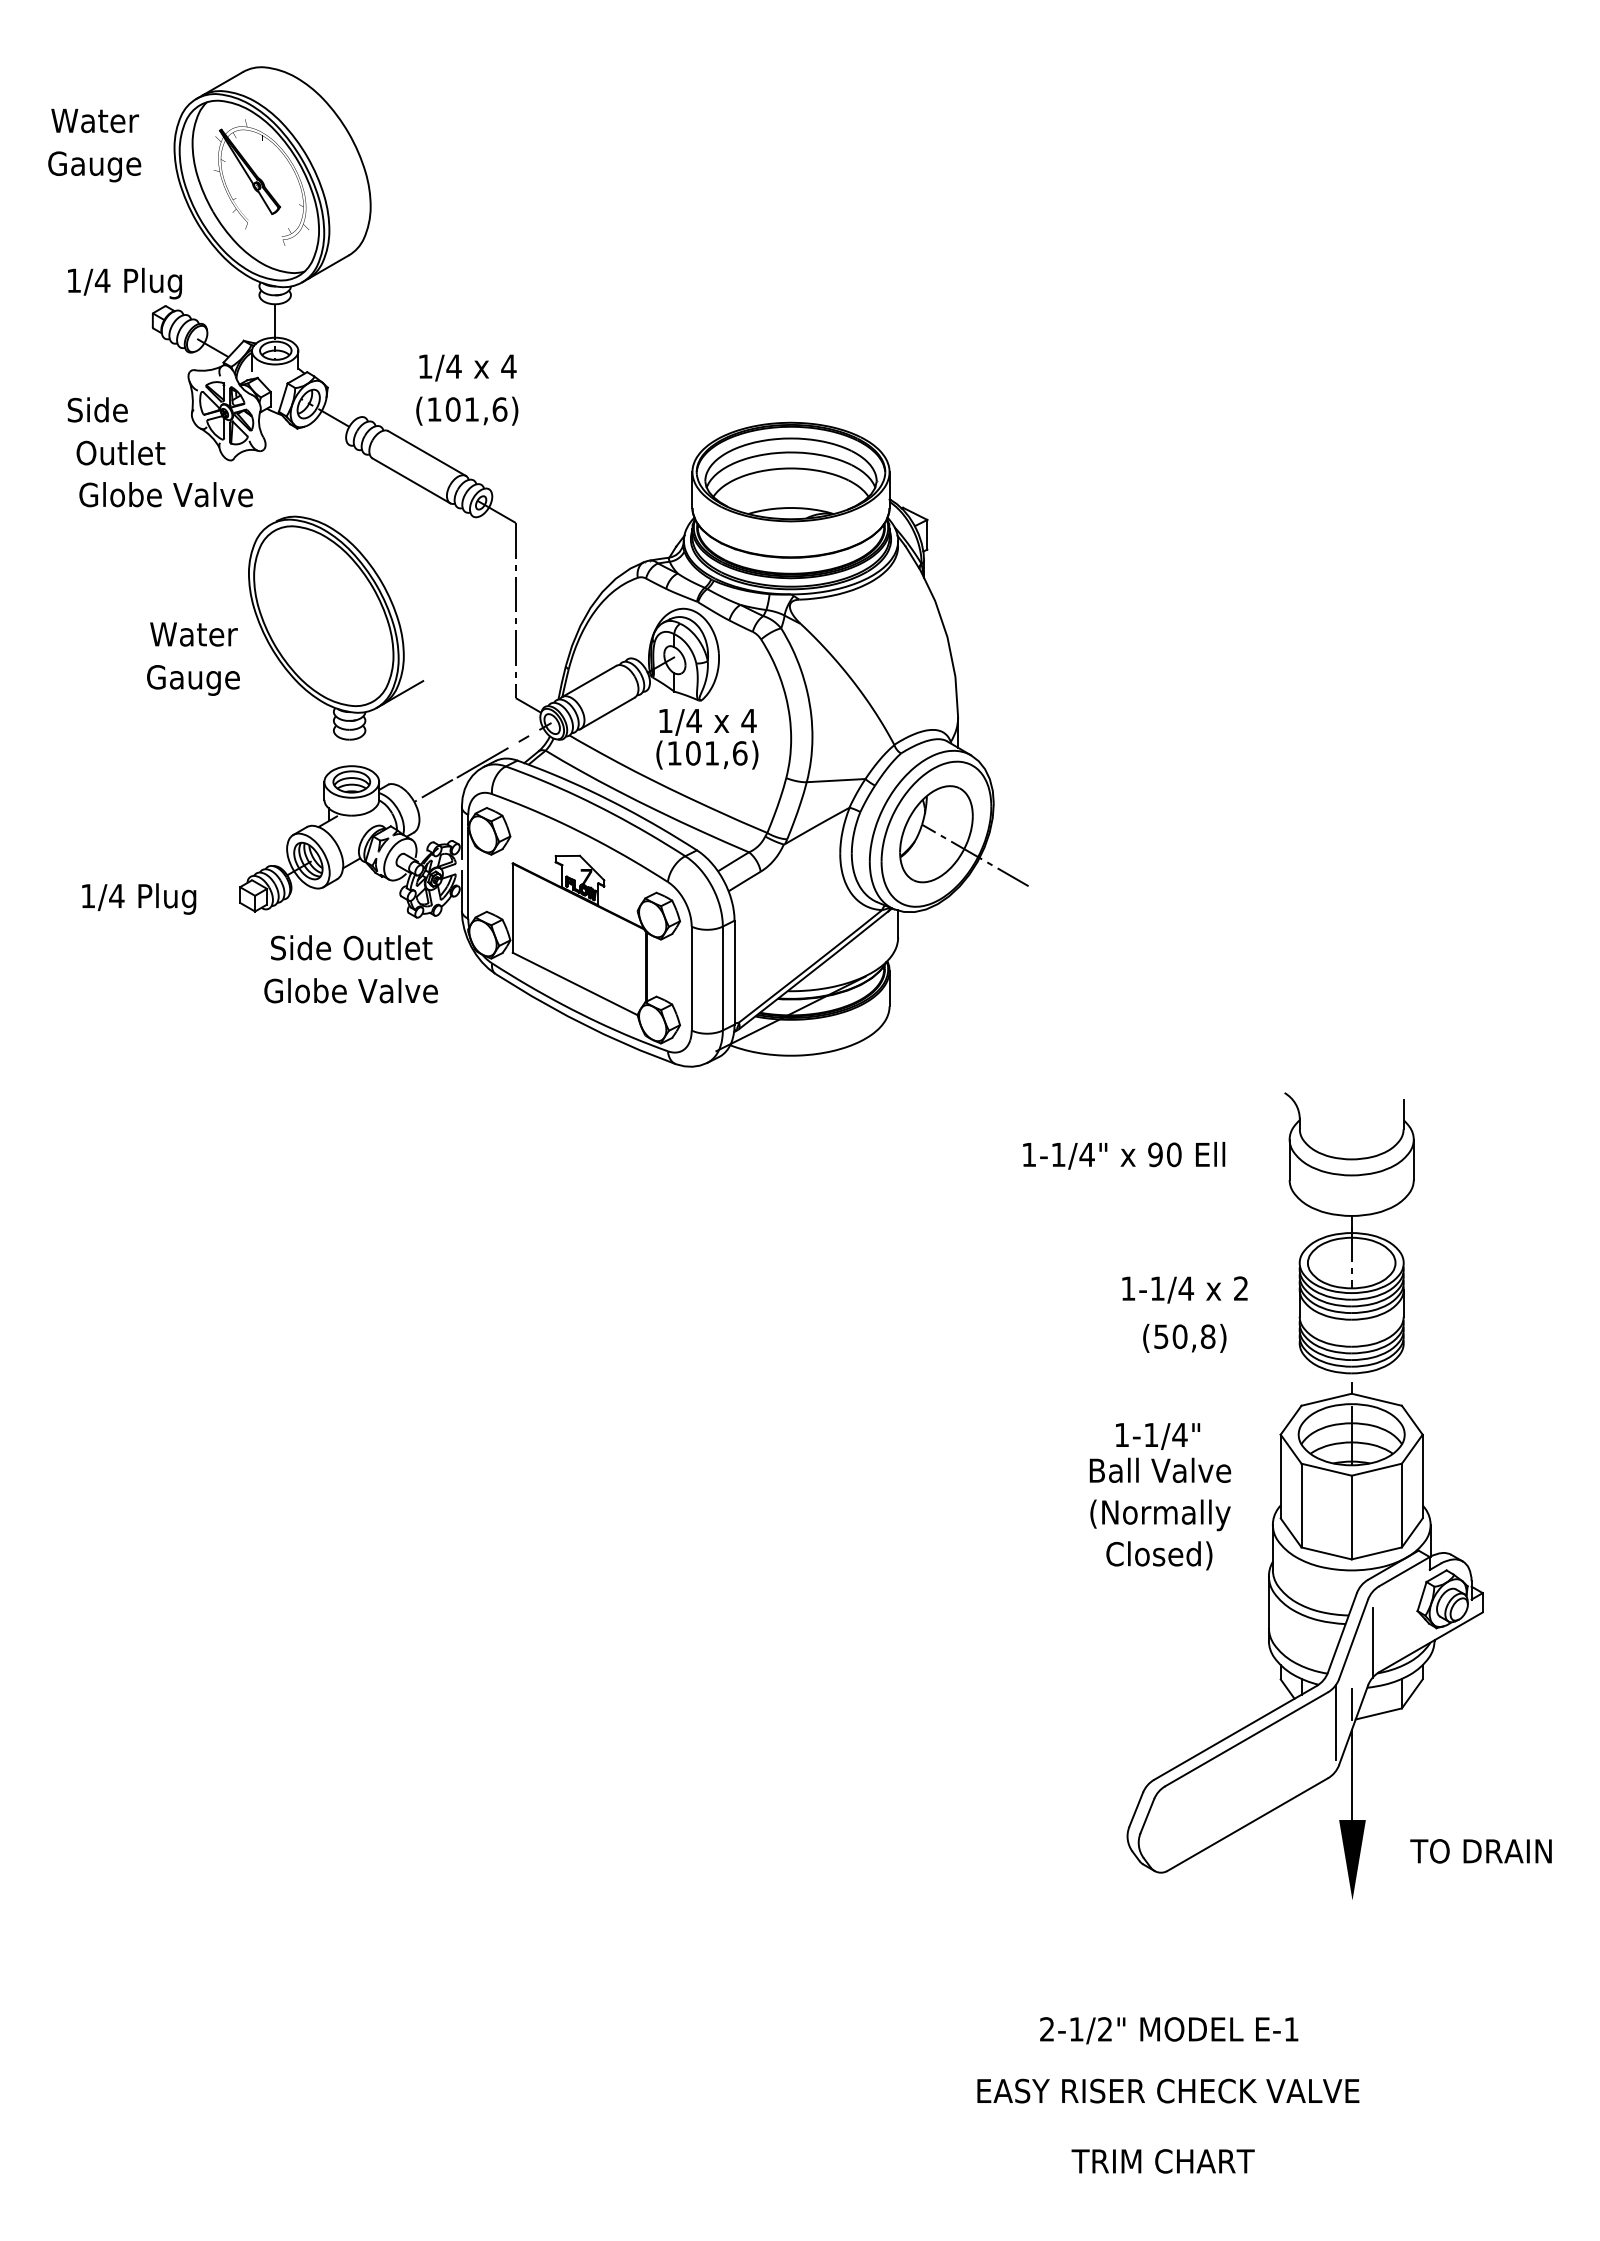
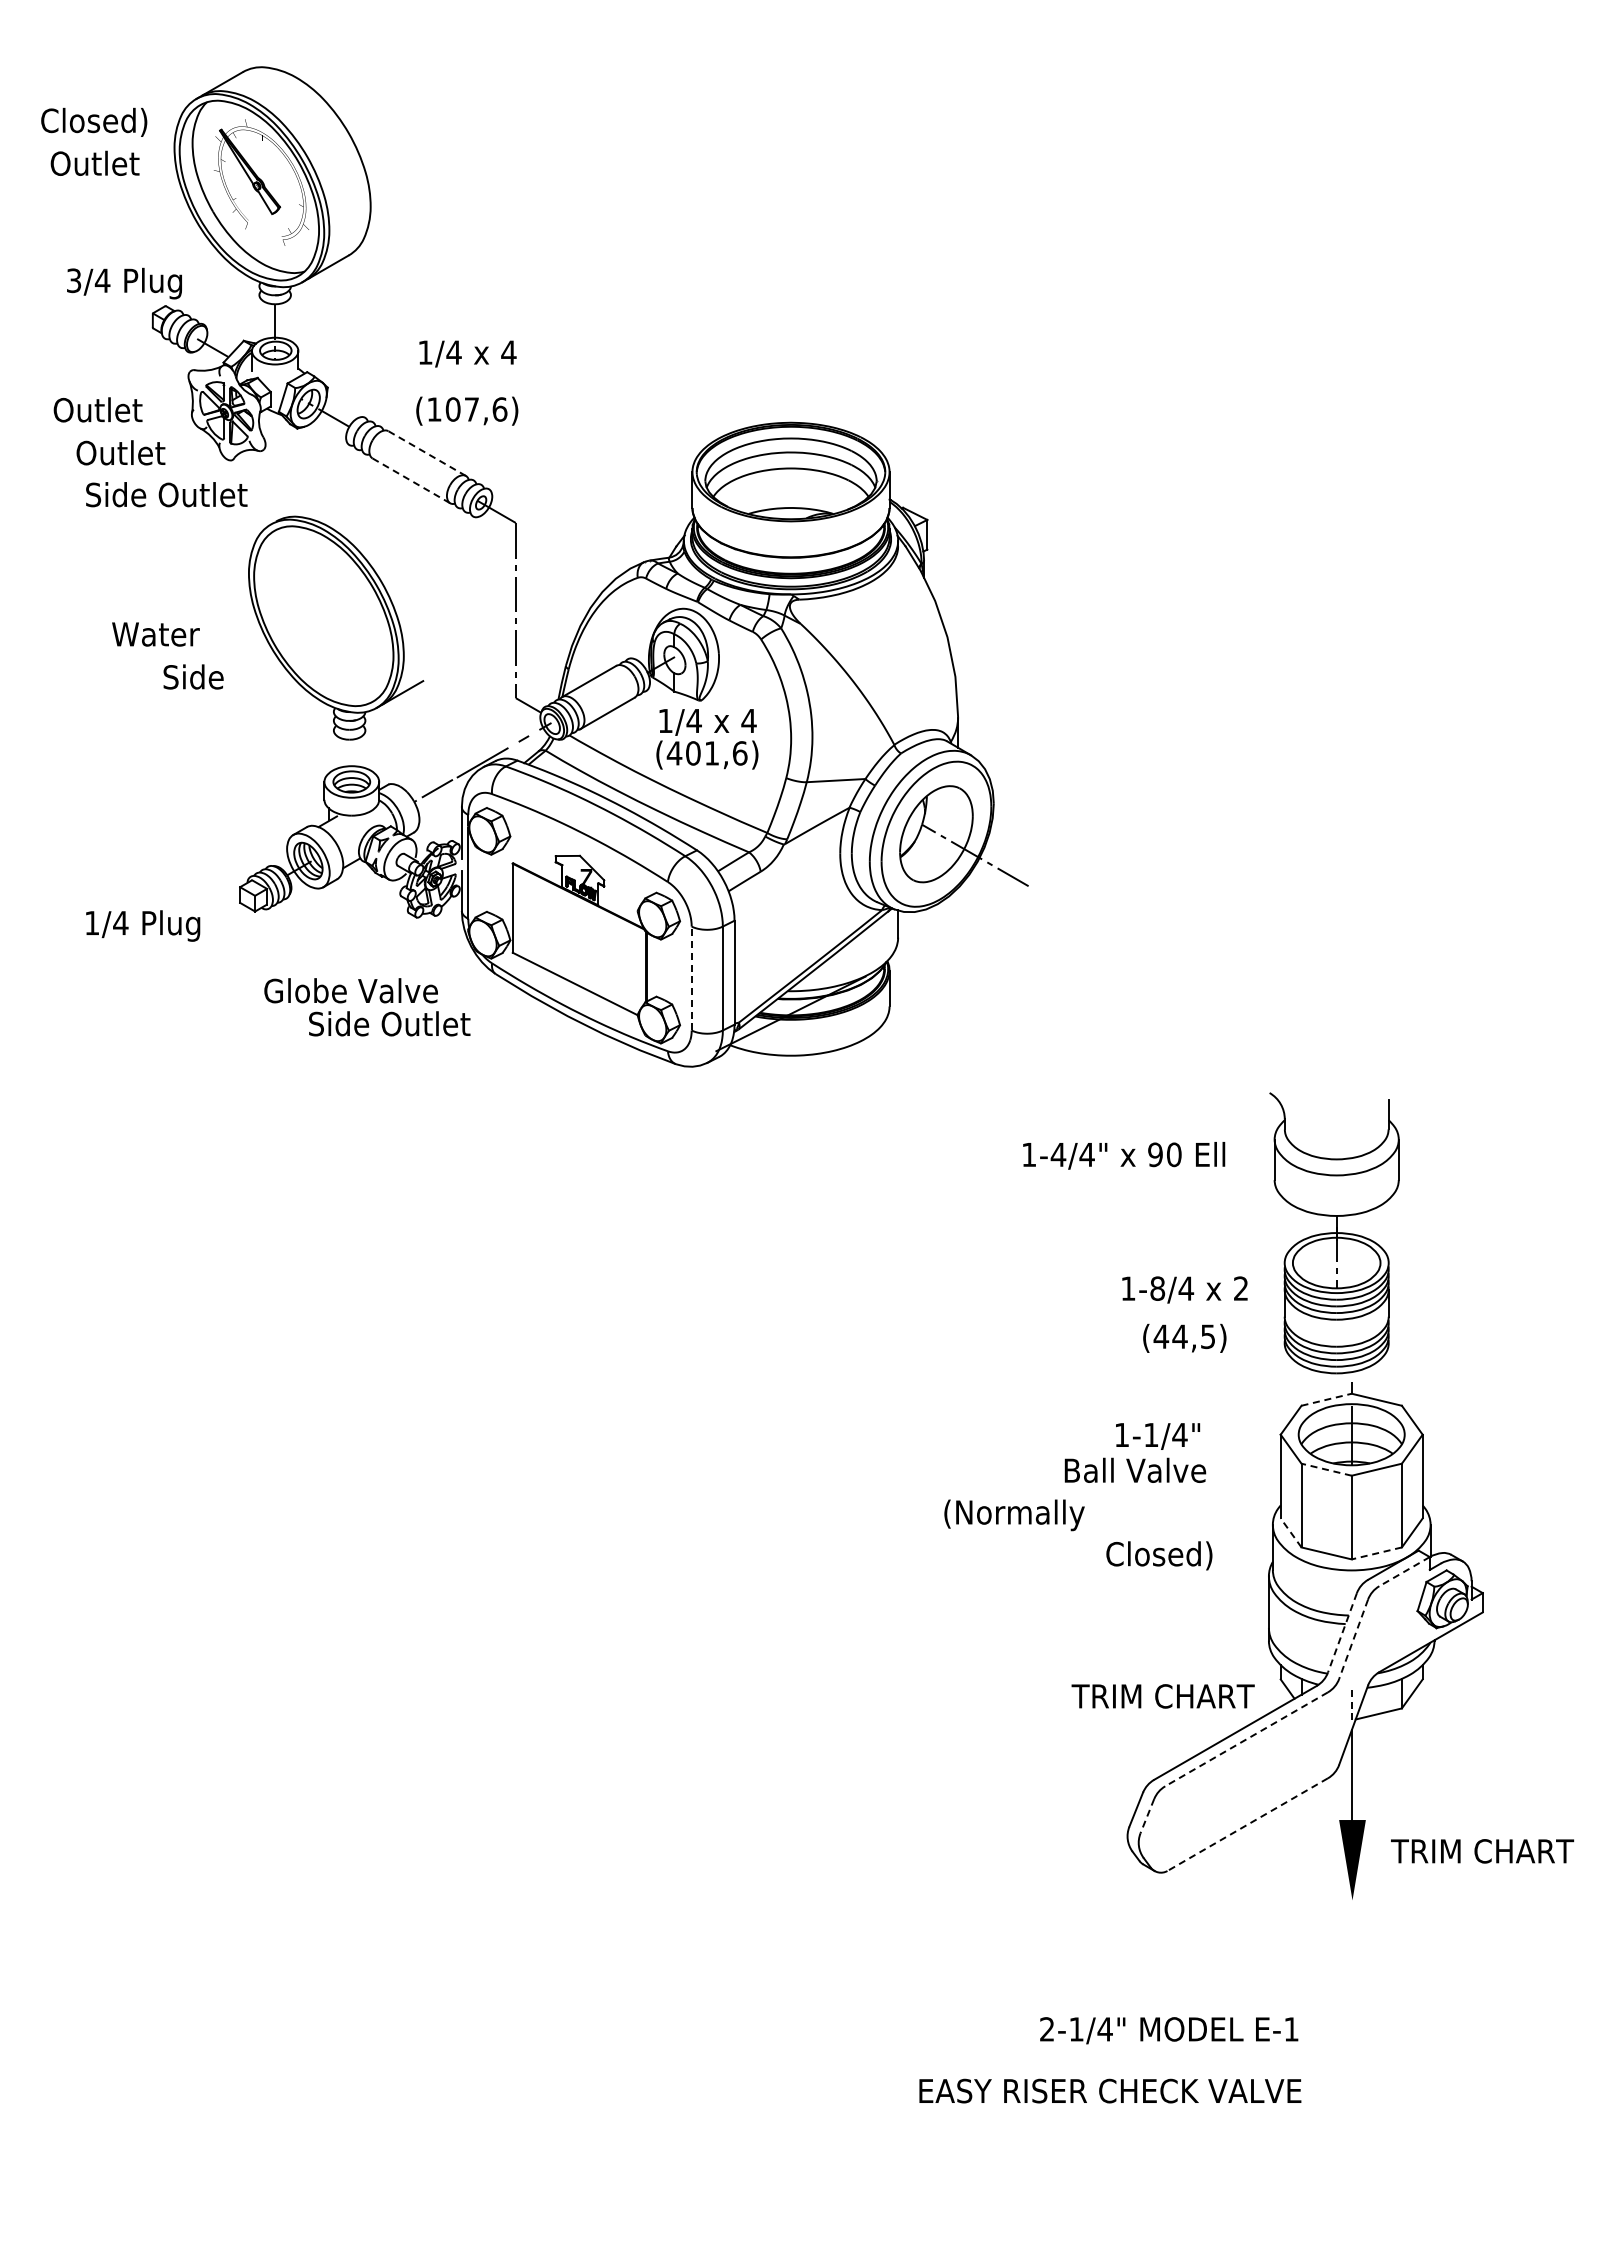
text at (94, 121): Water -> Closed)
text at (94, 166): Gauge -> Outlet
text at (74, 280): 1/4 -> 3/4
text at (467, 367) position: (467, 367) -> (467, 353)
text at (97, 409): Side -> Outlet
text at (471, 409): (101,6) -> (107,6)
line at (427, 453): solid -> dashed
line at (411, 480): solid -> dashed
text at (166, 494): Globe Valve -> Side Outlet
text at (193, 634) position: (193, 634) -> (155, 634)
text at (193, 679): Gauge -> Side
text at (674, 753): (101,6) -> (401,6)
text at (139, 898) position: (139, 898) -> (143, 925)
text at (351, 947) position: (351, 947) -> (389, 1023)
line at (691, 978): solid -> dashed
text at (1058, 1154): 1-1/4" -> 1-4/4"
part at (1349, 1233) position: (1349, 1233) -> (1334, 1233)
text at (1157, 1288): 1-1/4 -> 1-8/4
text at (1184, 1336): (50,8) -> (44,5)
line at (1326, 1399): solid -> dashed
text at (1160, 1469) position: (1160, 1469) -> (1135, 1469)
line at (1326, 1469): solid -> dashed
text at (1160, 1515) position: (1160, 1515) -> (1014, 1515)
line at (1291, 1532): solid -> dashed
line at (1376, 1553): solid -> dashed
line at (1404, 1571): solid -> dashed
line at (1342, 1633): solid -> dashed
line at (1353, 1639): solid -> dashed
line at (1372, 1642): present -> none
line at (1351, 1704): solid -> dashed
line at (1336, 1722): present -> none
line at (1246, 1739): solid -> dashed
line at (1147, 1816): solid -> dashed
line at (1247, 1824): solid -> dashed
text at (1482, 1851): TO DRAIN -> TRIM CHART
text at (1104, 2029): 2-1/2" -> 2-1/4"
text at (1168, 2090) position: (1168, 2090) -> (1110, 2090)
text at (1162, 2161) position: (1162, 2161) -> (1162, 1696)
